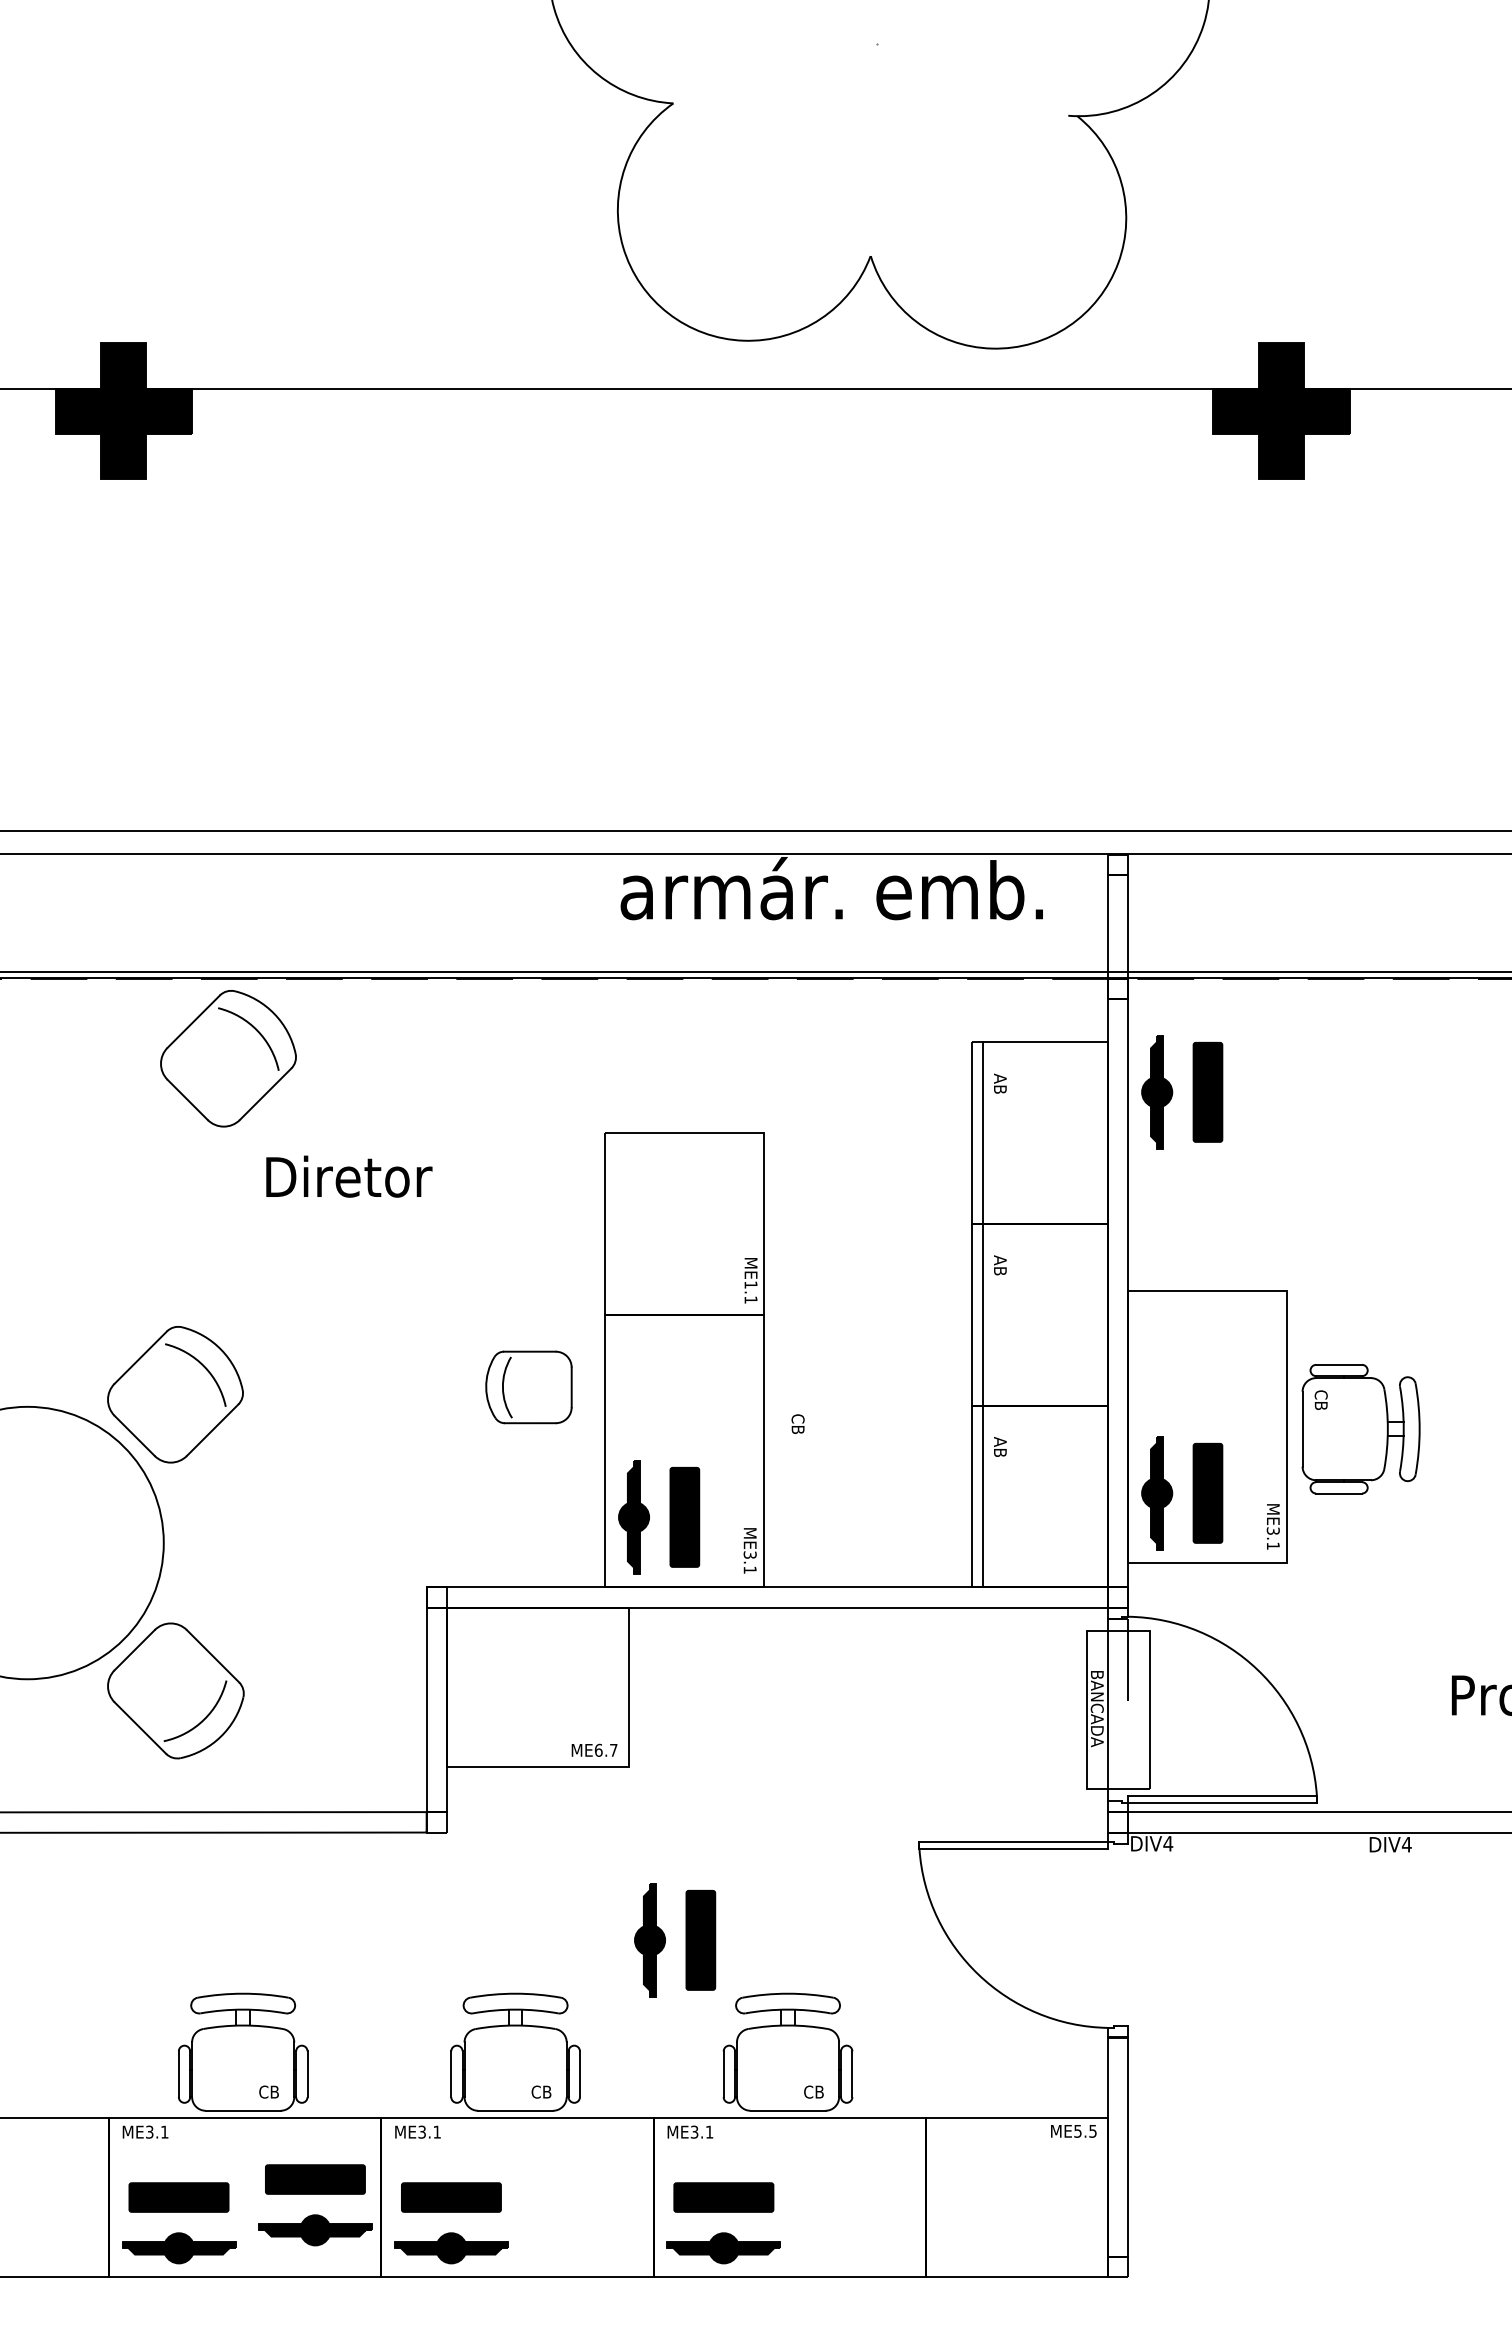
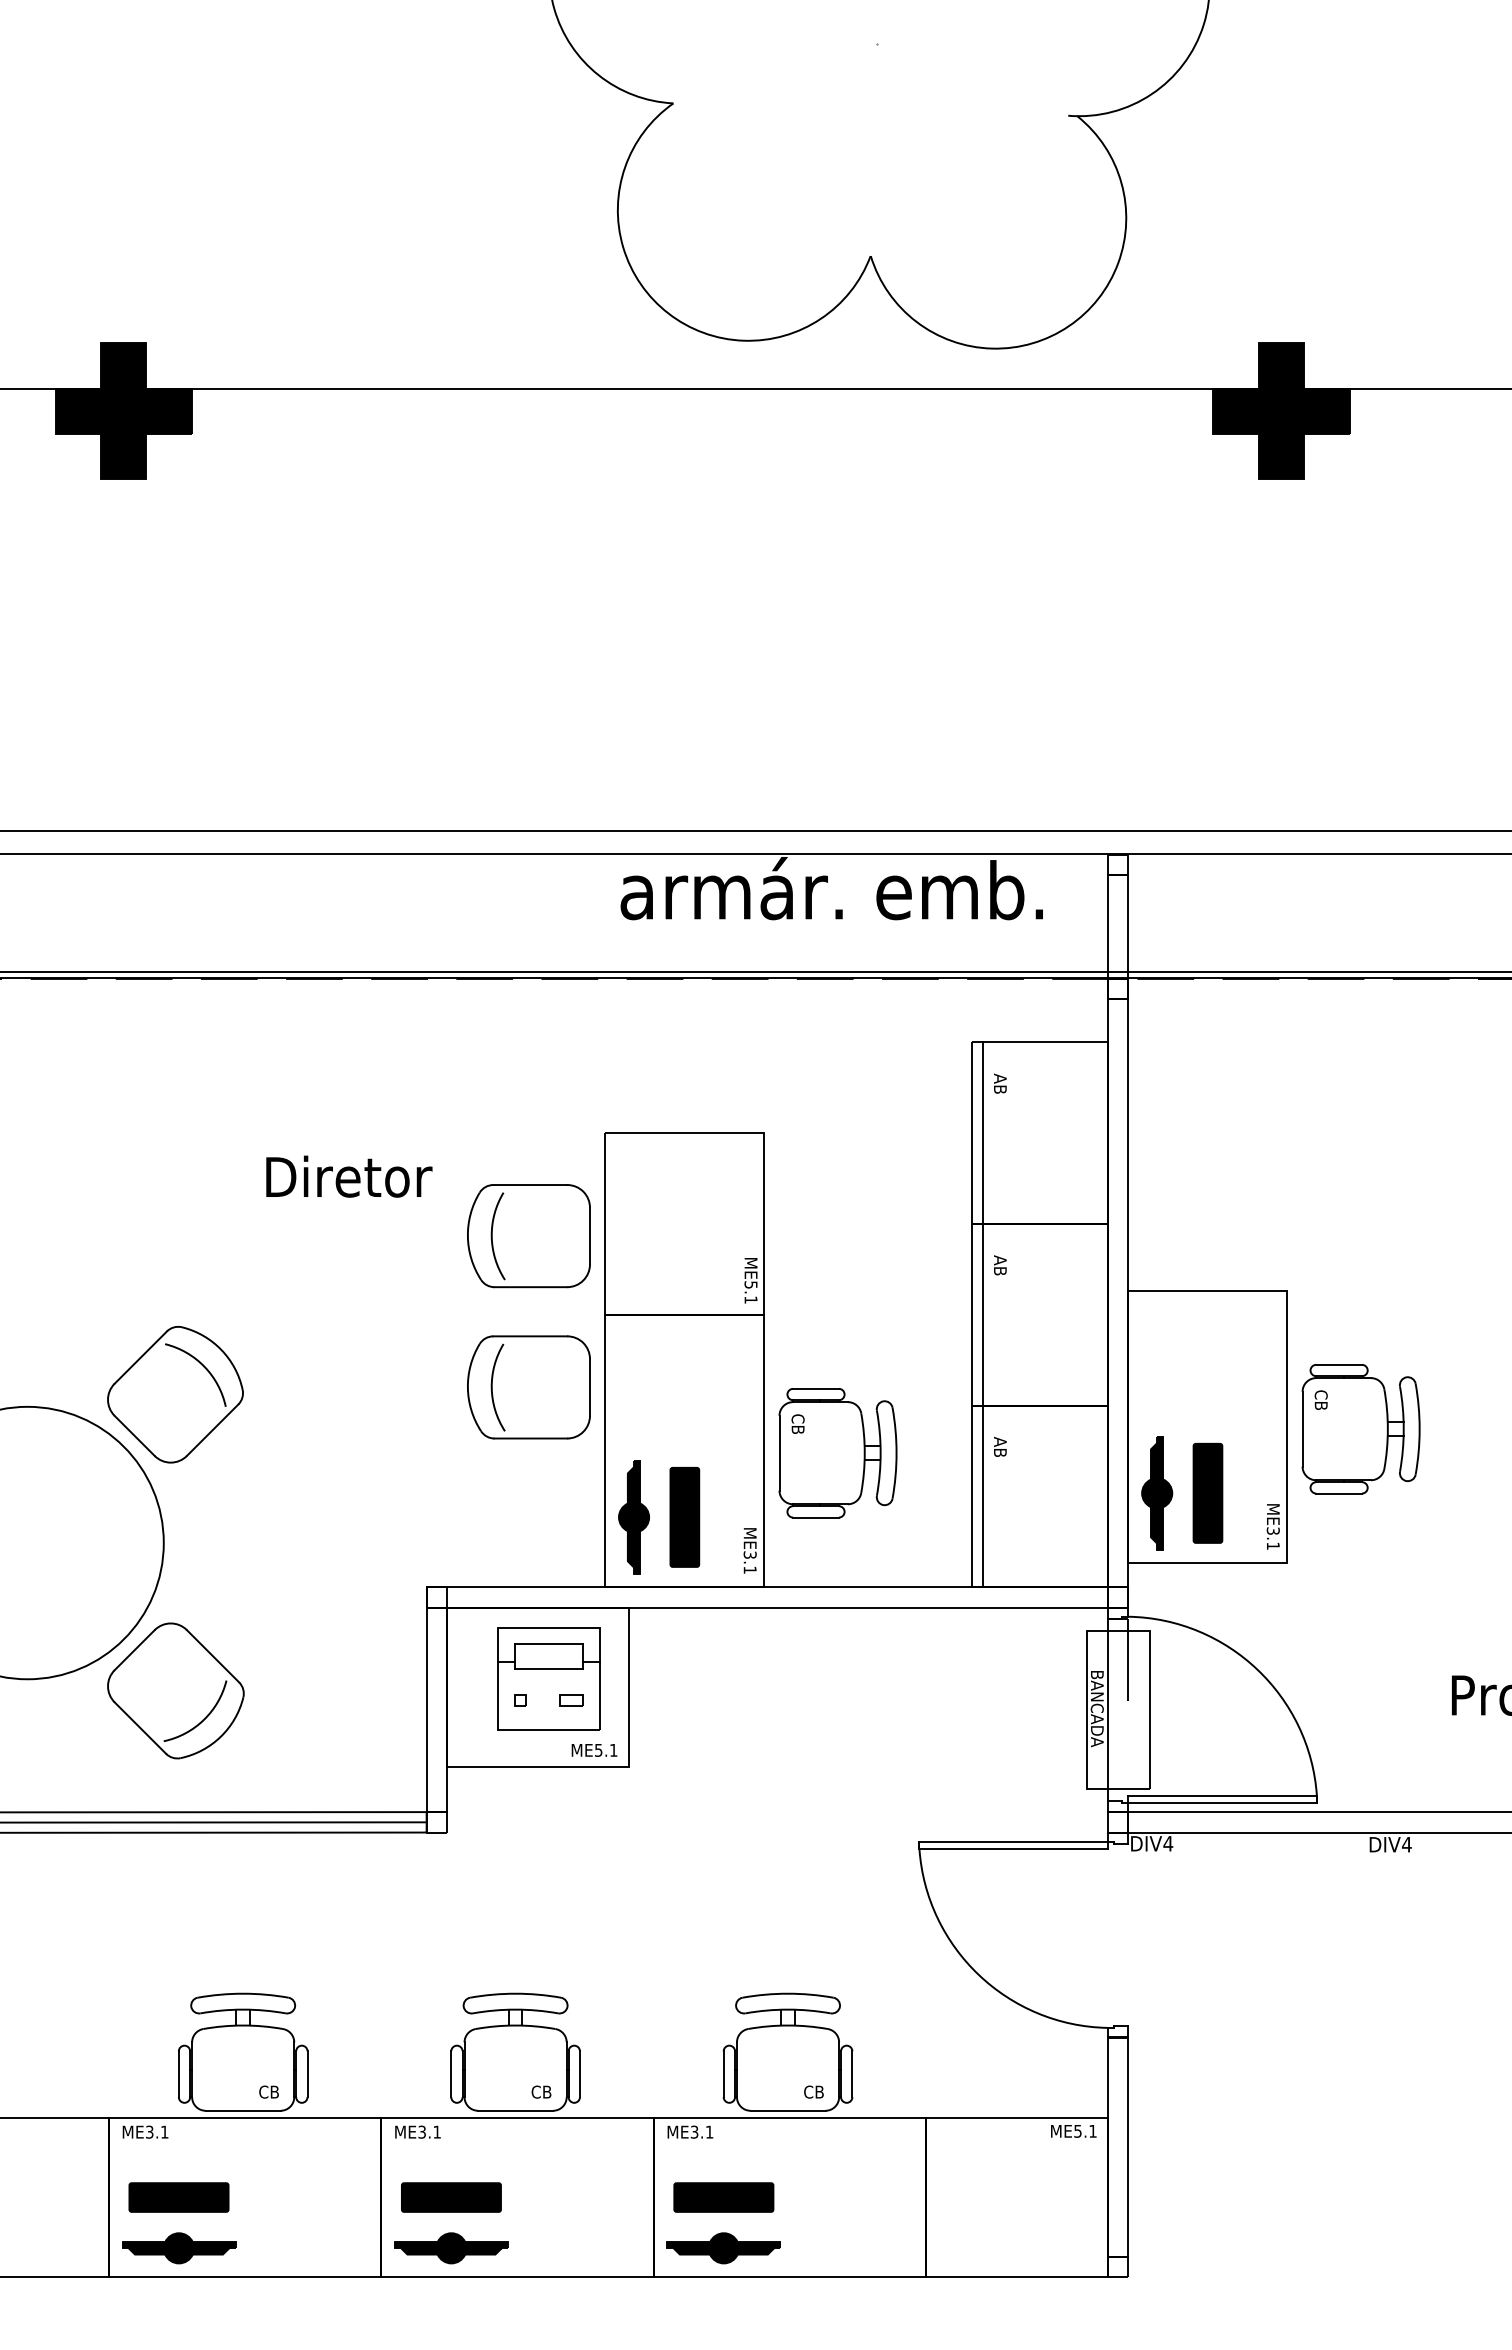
part at (228, 1058): present -> none
part at (1173, 1092): present -> none
part at (528, 1236): none -> present
text at (750, 1284): ME1.1 -> ME5.1
part at (528, 1387) size: 88x75 px -> 124x105 px
part at (837, 1453): none -> present
part at (548, 1678): none -> present
text at (605, 1749): ME6.7 -> ME5.1
line at (214, 1822): none -> present
part at (665, 1940): present -> none
text at (1092, 2131): ME5.5 -> ME5.1
part at (315, 2214): present -> none
